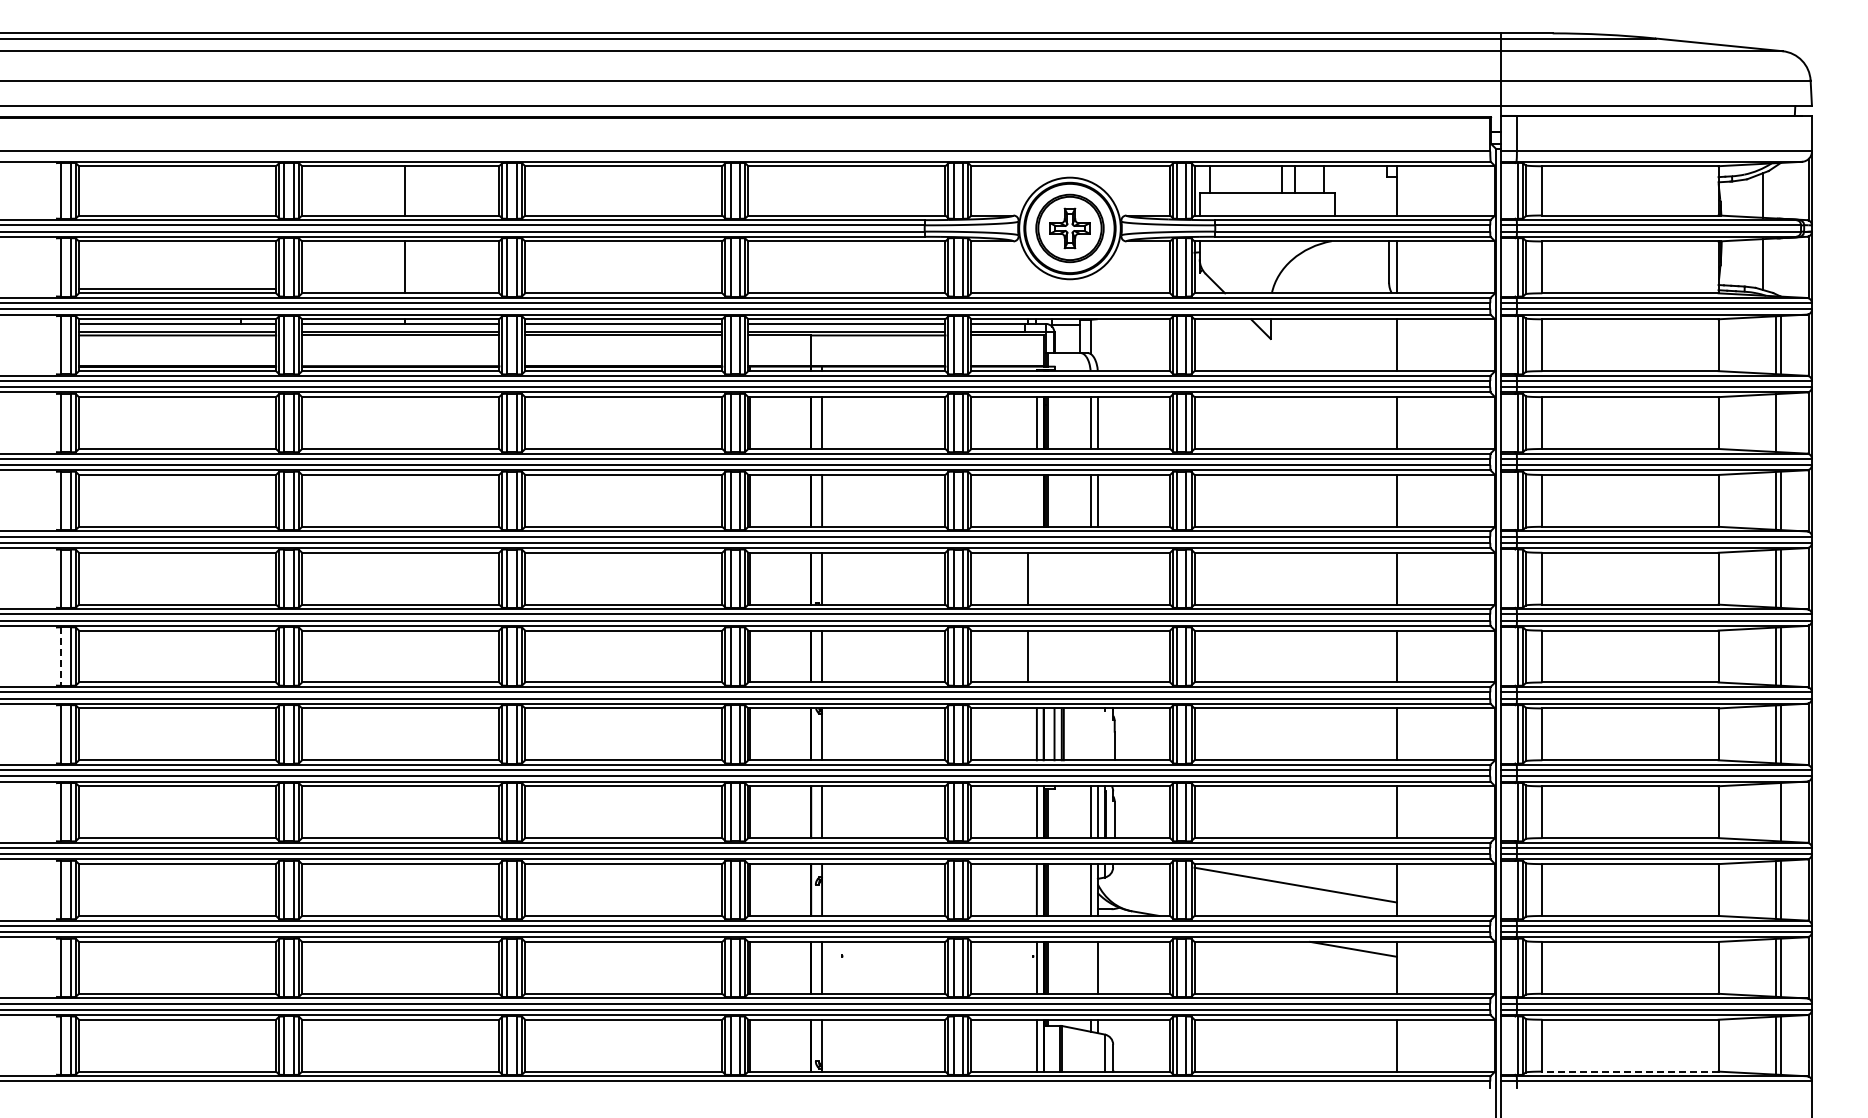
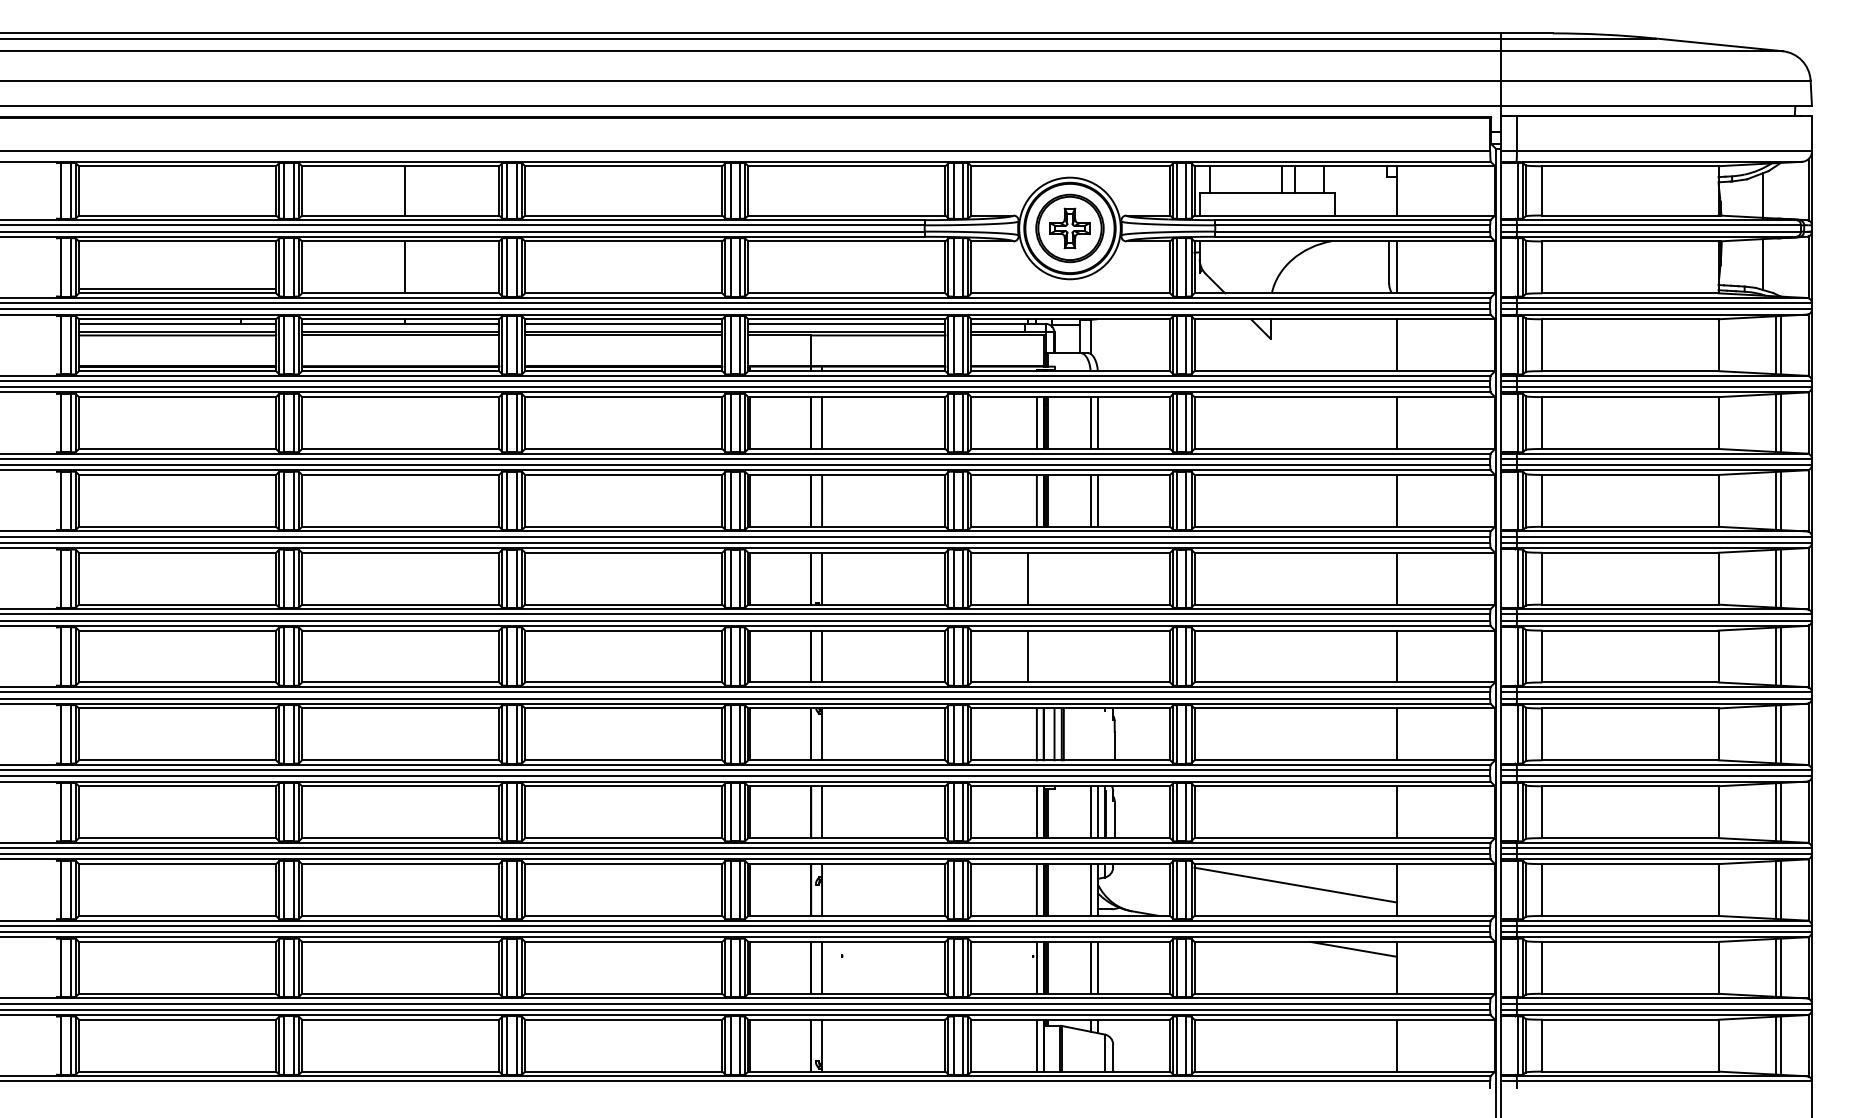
line at (1780, 422): none -> present
line at (1036, 500): none -> present
line at (61, 657): dashed -> solid
line at (1775, 812): none -> present
line at (1090, 967): none -> present
line at (1629, 1071): dashed -> solid
